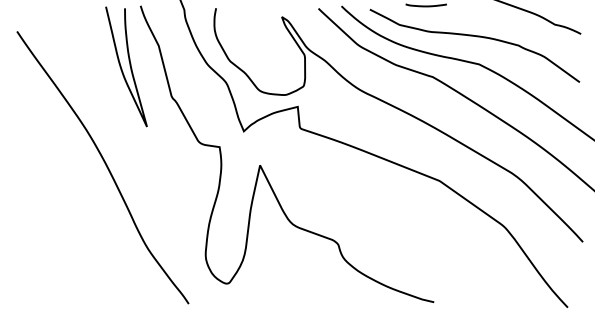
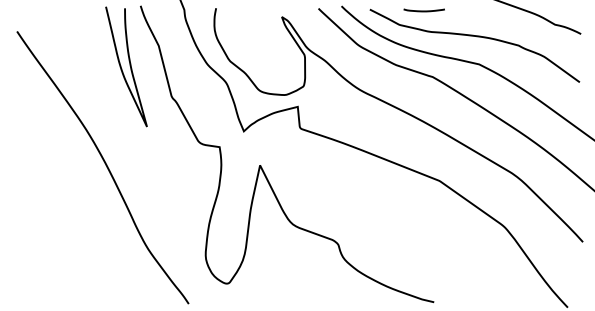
curve at (425, 5) position: (425, 5) -> (423, 10)
